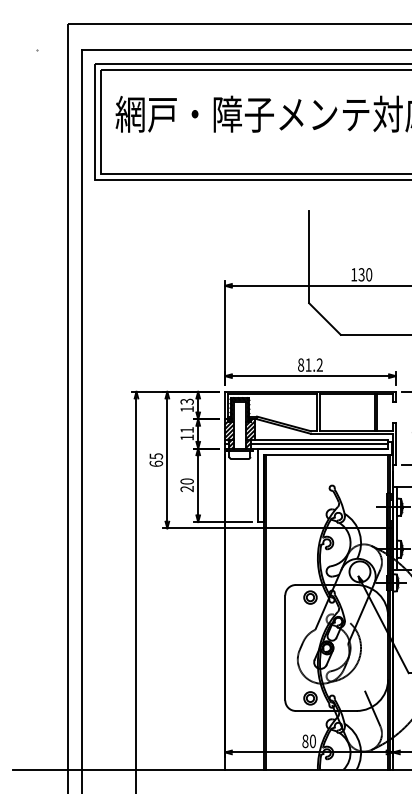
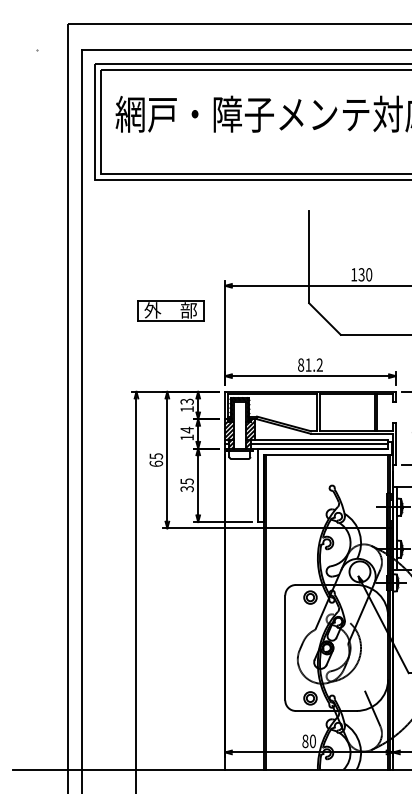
part at (170, 310): none -> present
text at (186, 429): 11 -> 14
text at (186, 485): 20 -> 35
